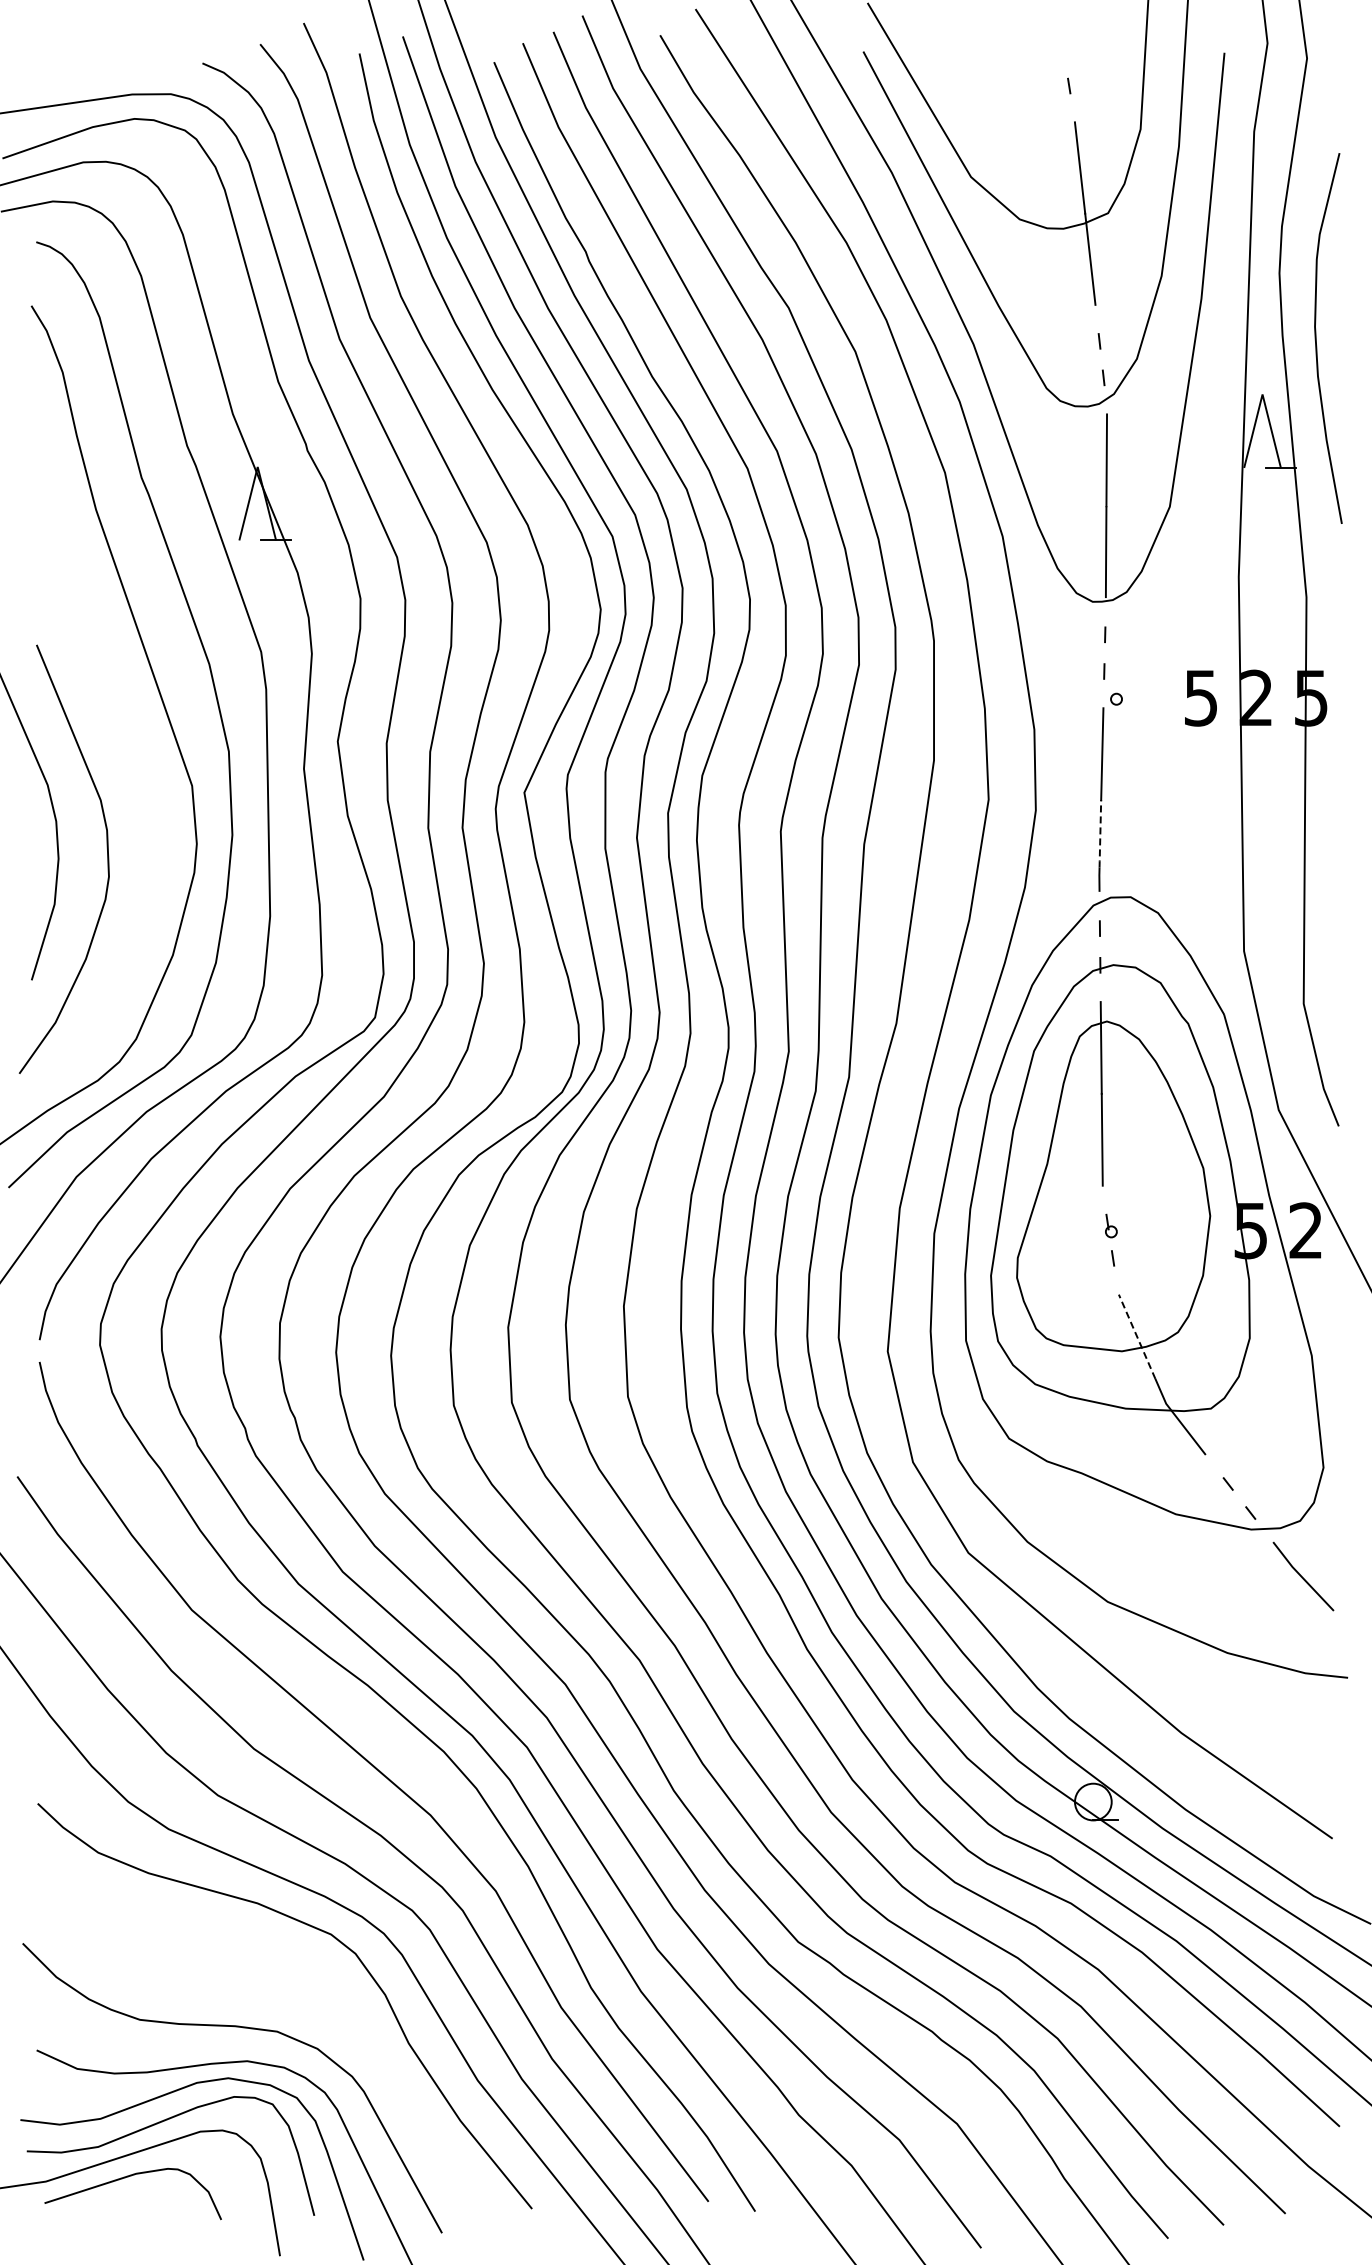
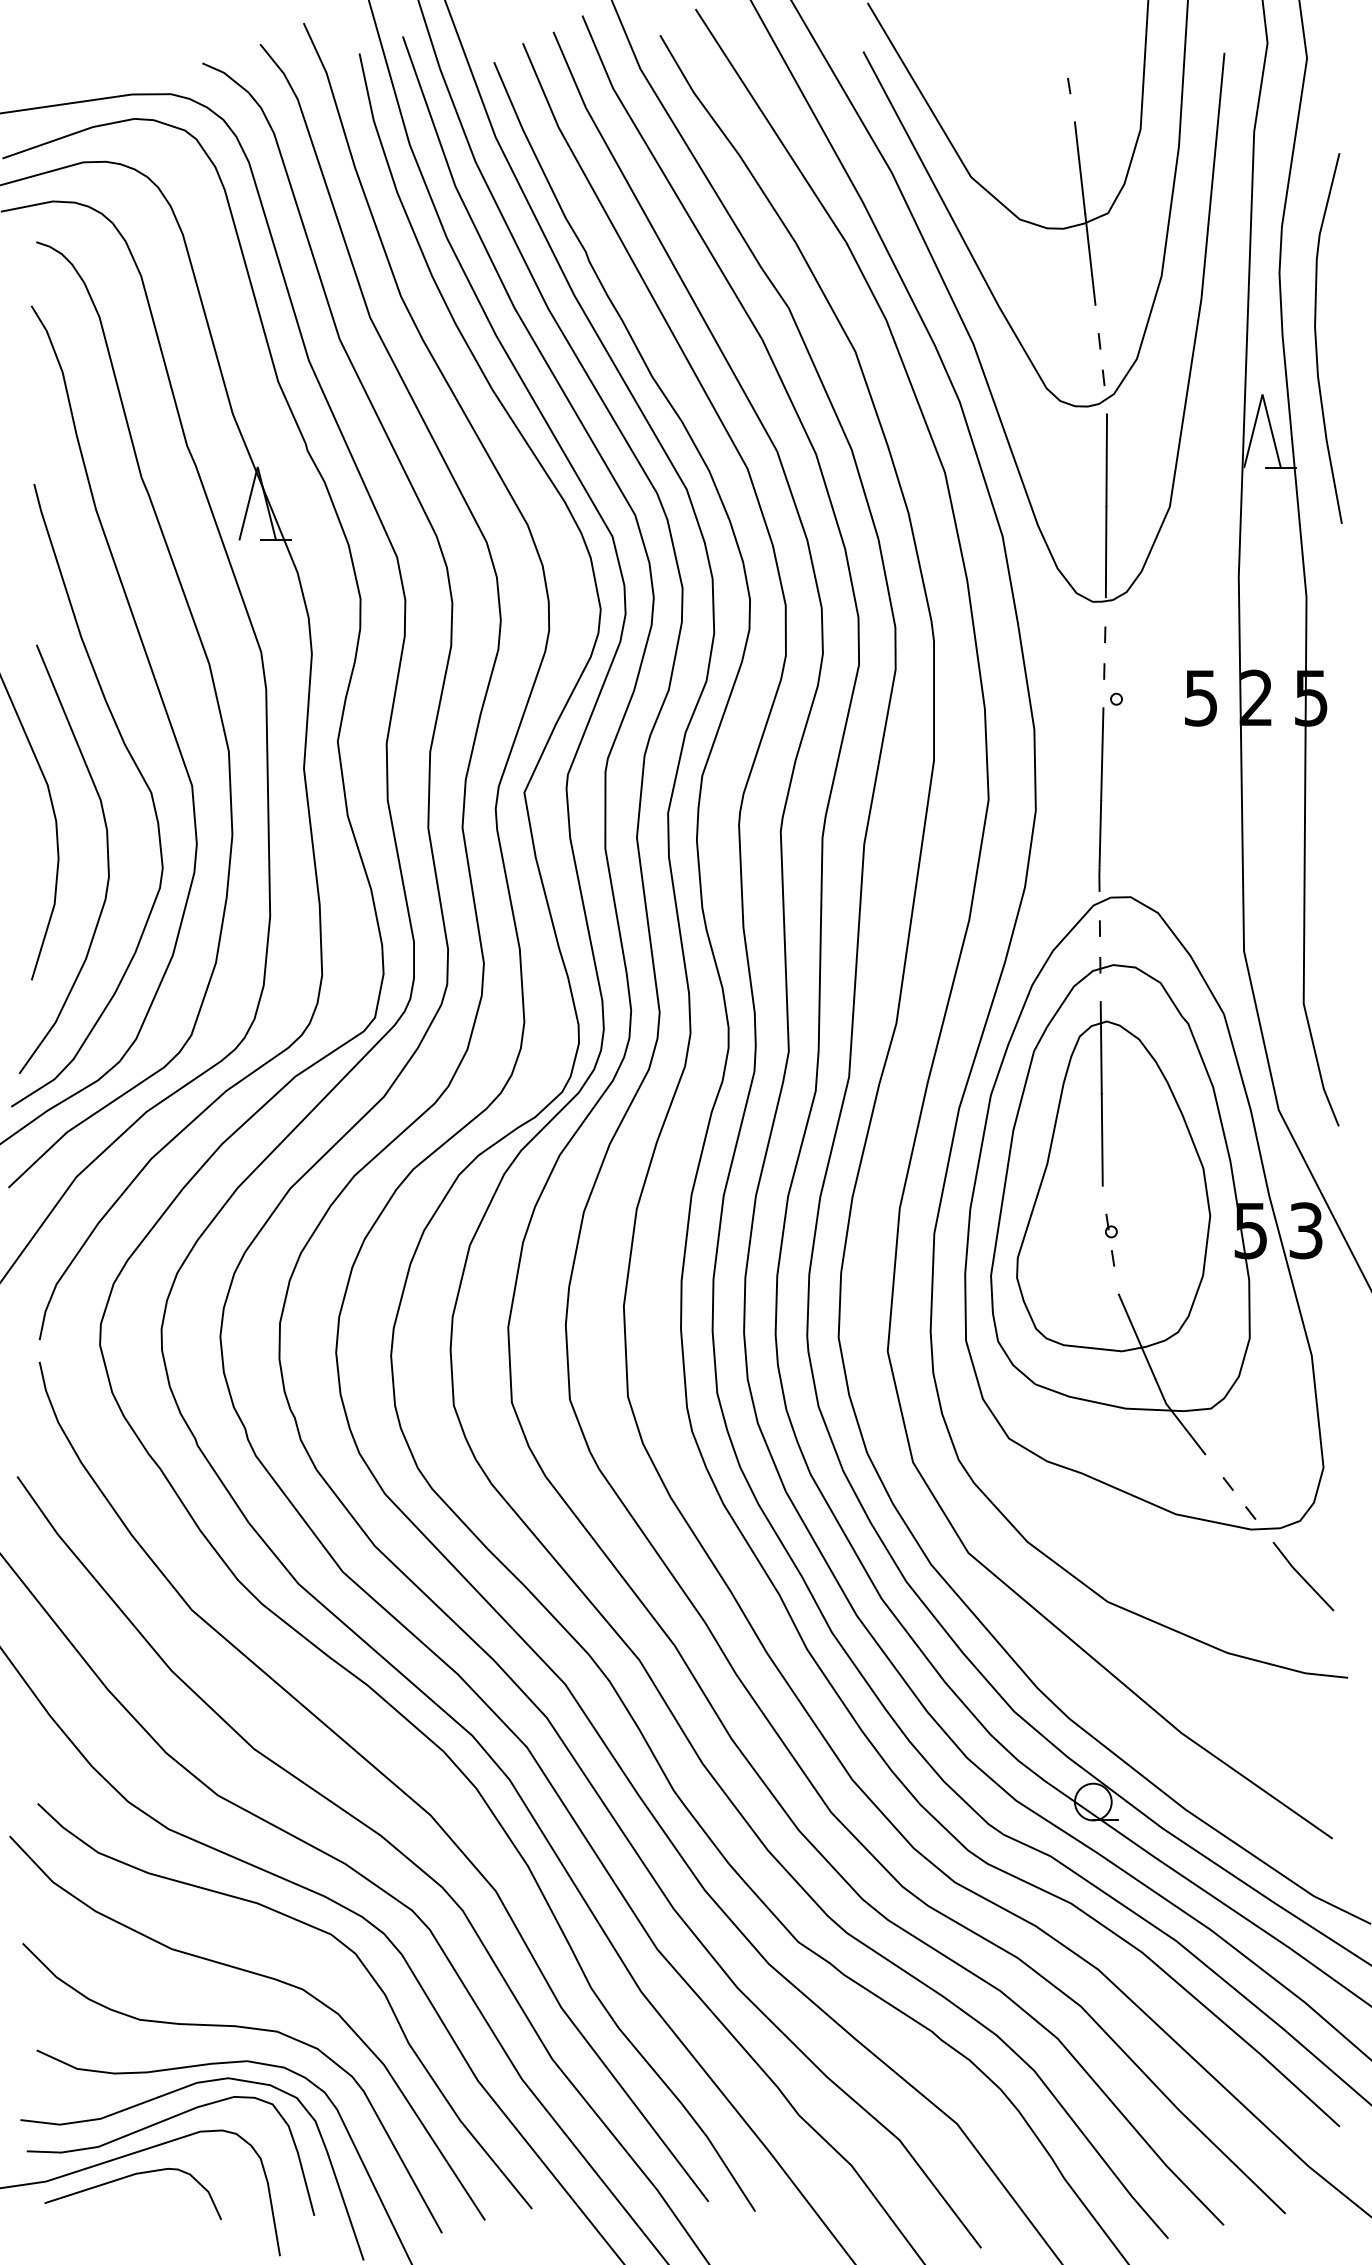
curve at (135, 766): none -> present
line at (1100, 834): dashed -> solid
text at (1305, 1230): 2 -> 3
line at (1137, 1336): dashed -> solid
curve at (264, 1977): none -> present
